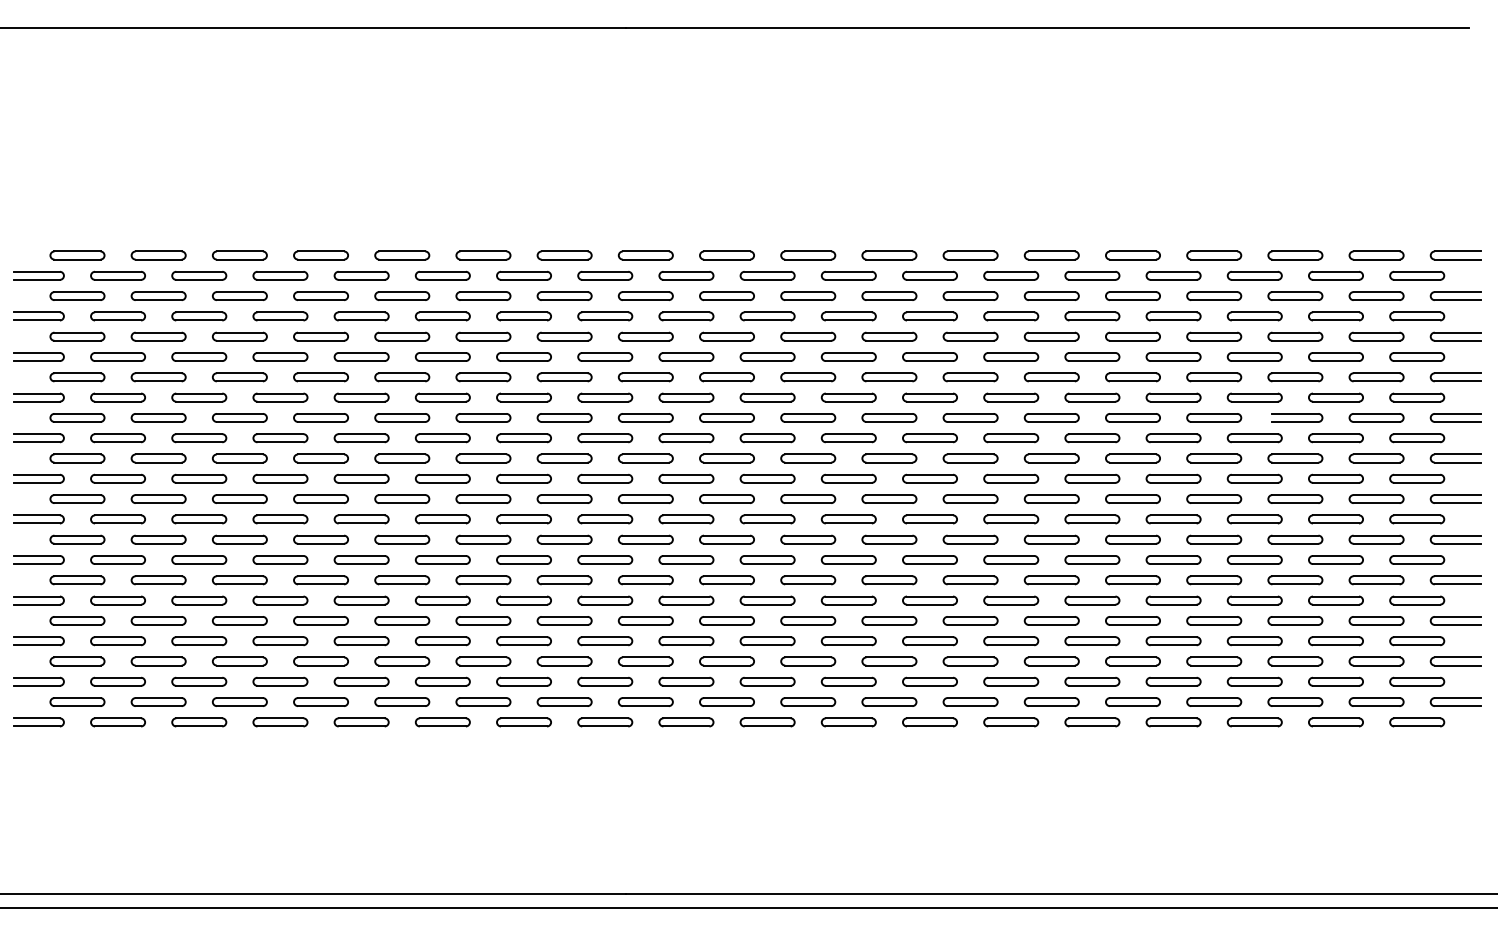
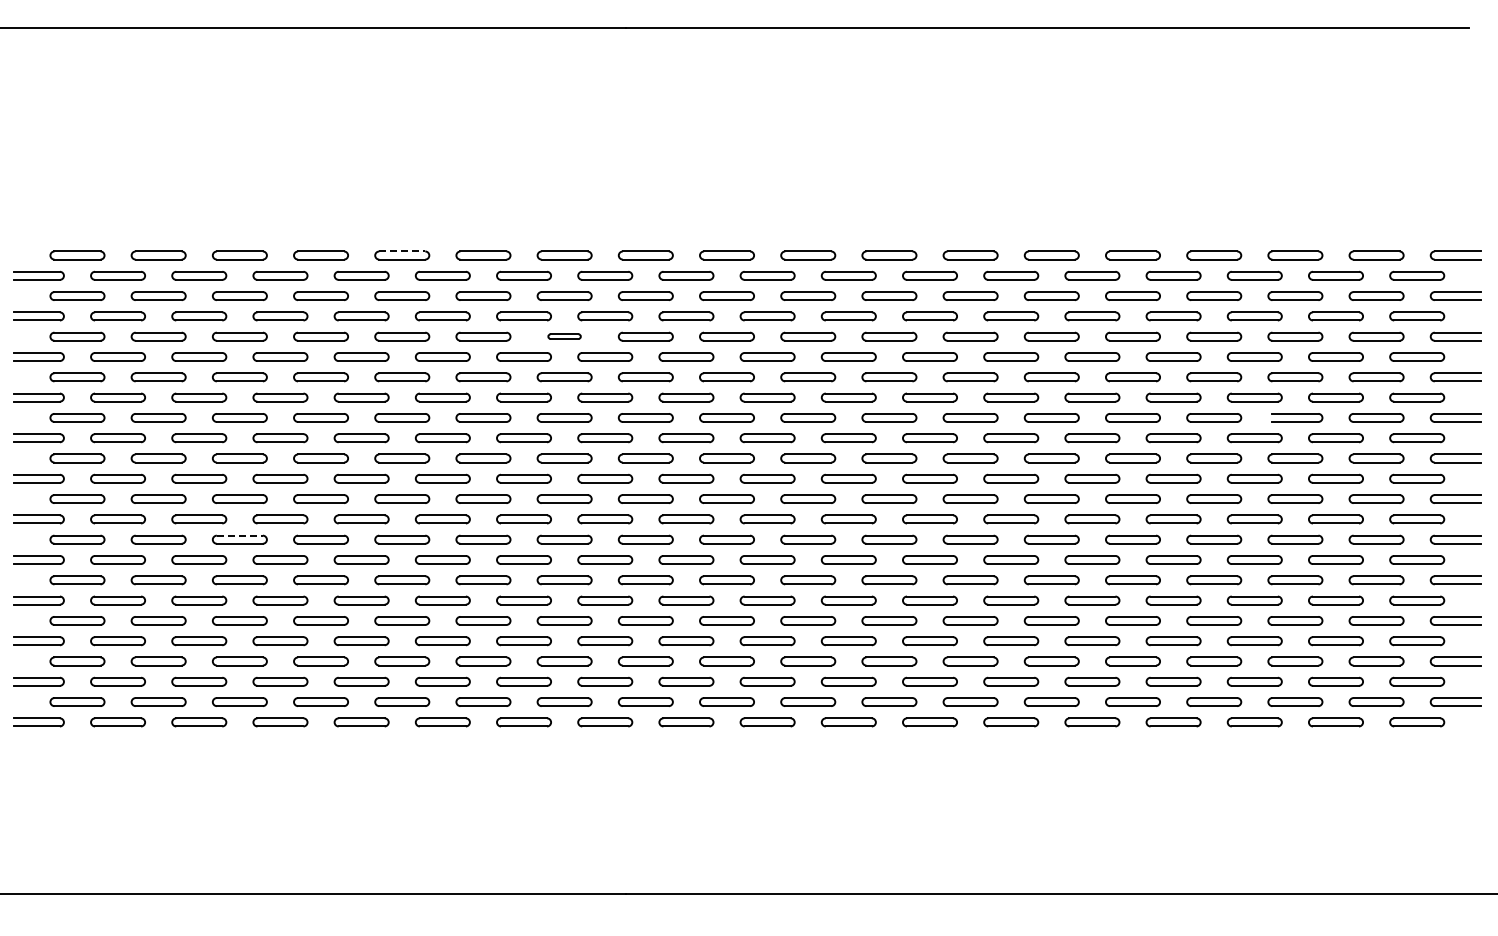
line at (402, 251): solid -> dashed
part at (564, 336) size: 57x11 px -> 35x7 px
line at (240, 535): solid -> dashed
line at (748, 907): present -> none
